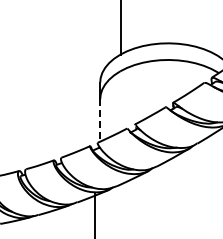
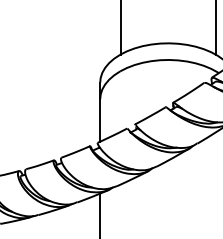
line at (215, 28): none -> present
line at (100, 120): dashed -> solid
line at (95, 214) position: (95, 214) -> (100, 214)
